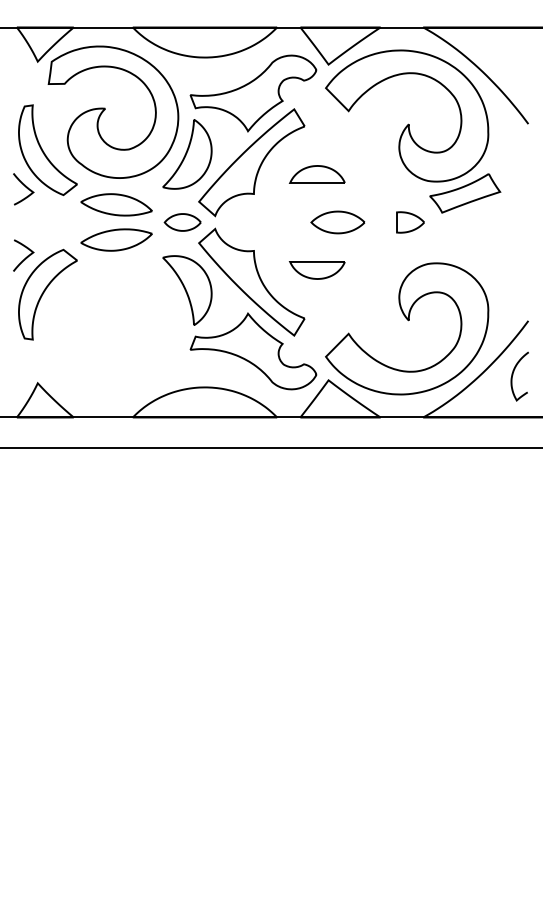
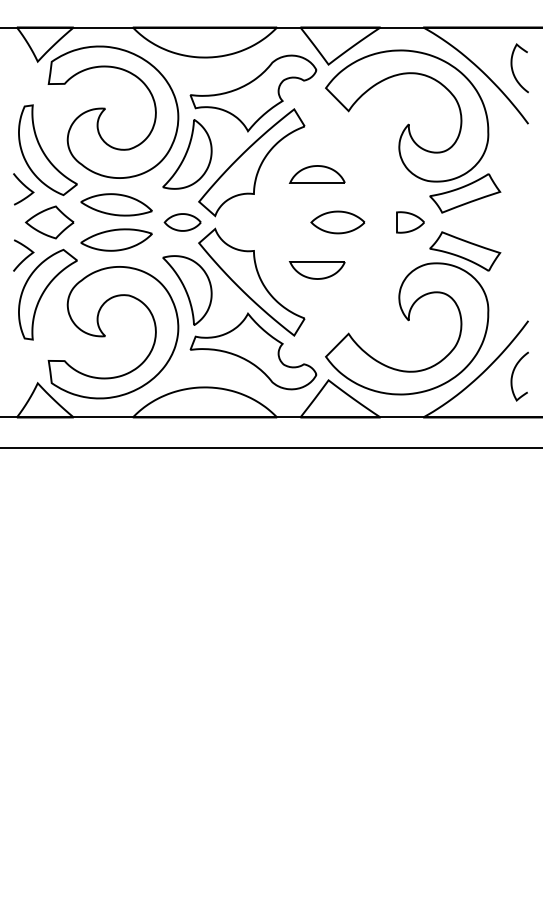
curve at (513, 69): none -> present
part at (49, 222): none -> present
part at (465, 251): none -> present
part at (105, 335): none -> present
